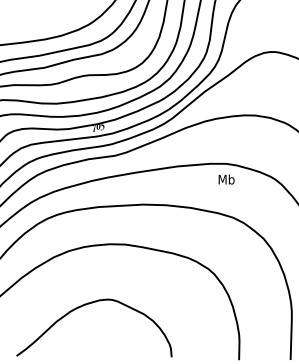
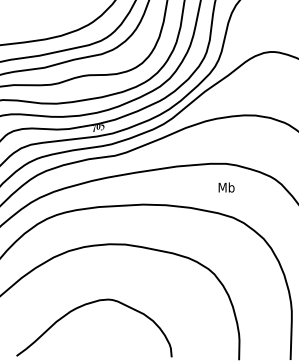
text at (226, 179) position: (226, 179) -> (226, 187)
